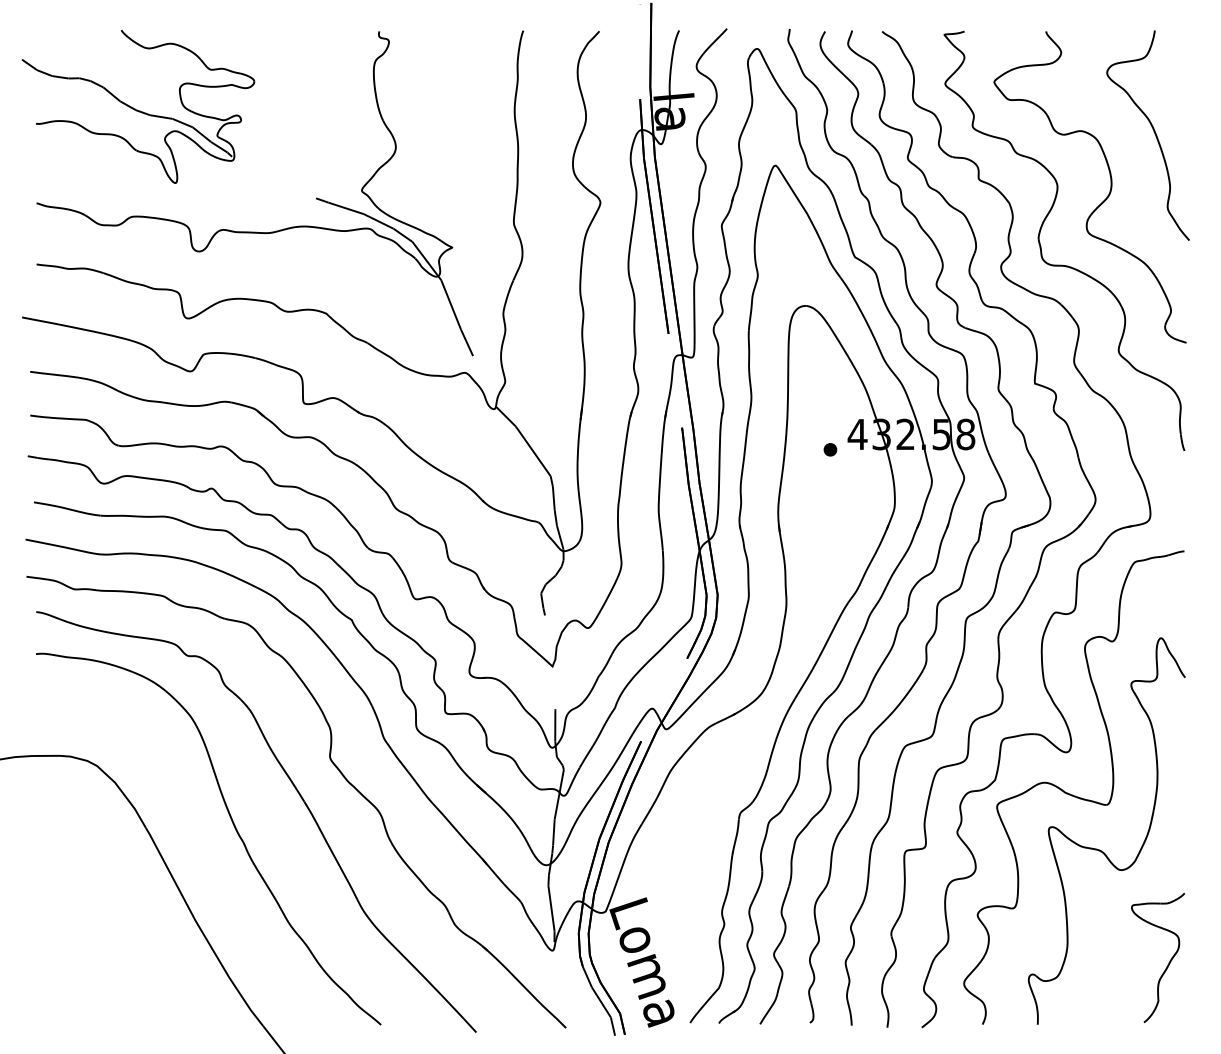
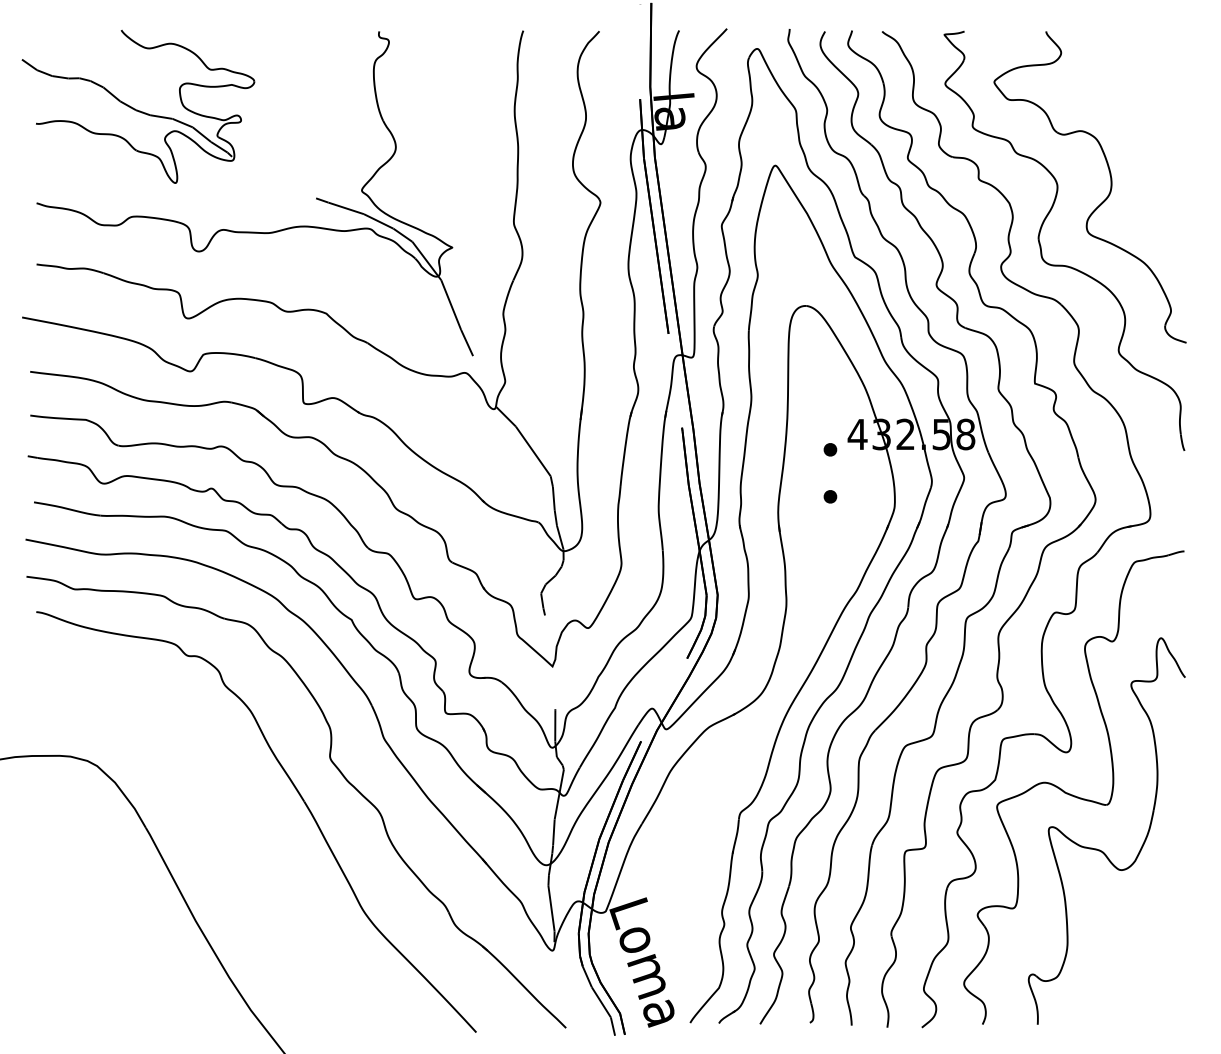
part at (1154, 134): present -> none
part at (830, 496): none -> present
part at (233, 826): present -> none
part at (1167, 964): present -> none
